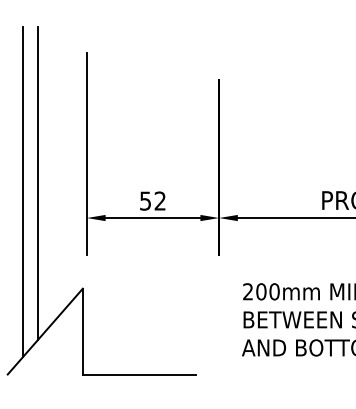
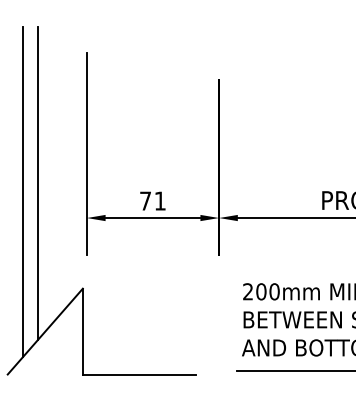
text at (152, 200): 52 -> 71
line at (294, 370): none -> present
